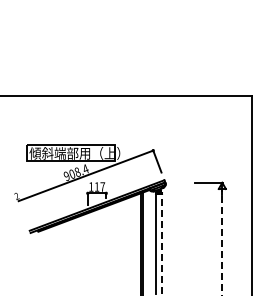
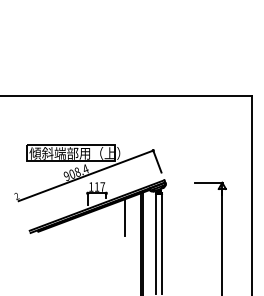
line at (124, 217): none -> present
line at (222, 242): dashed -> solid
line at (162, 243): dashed -> solid
